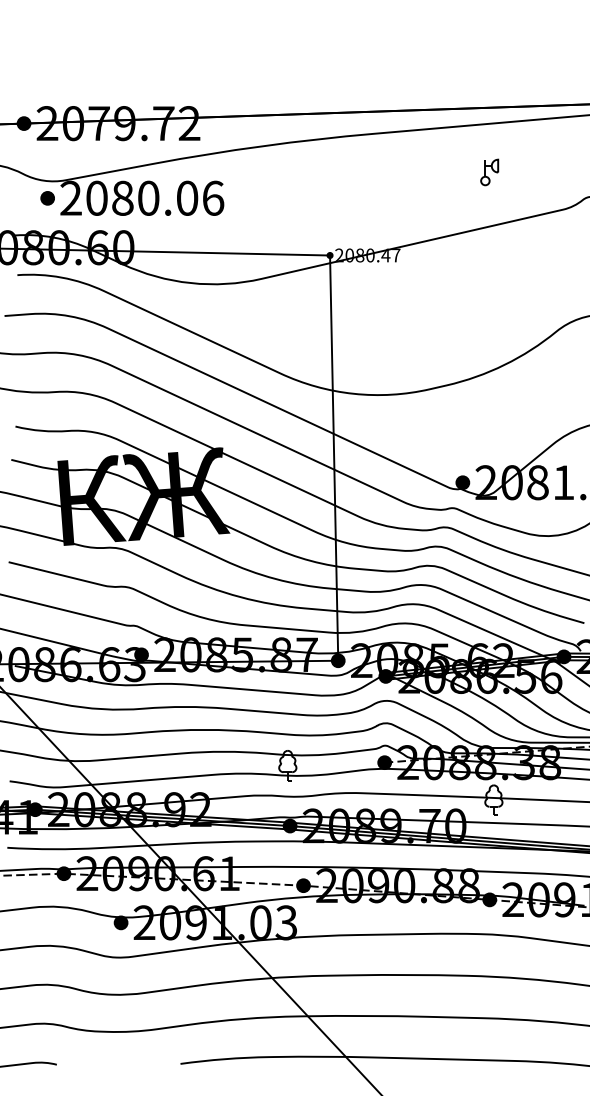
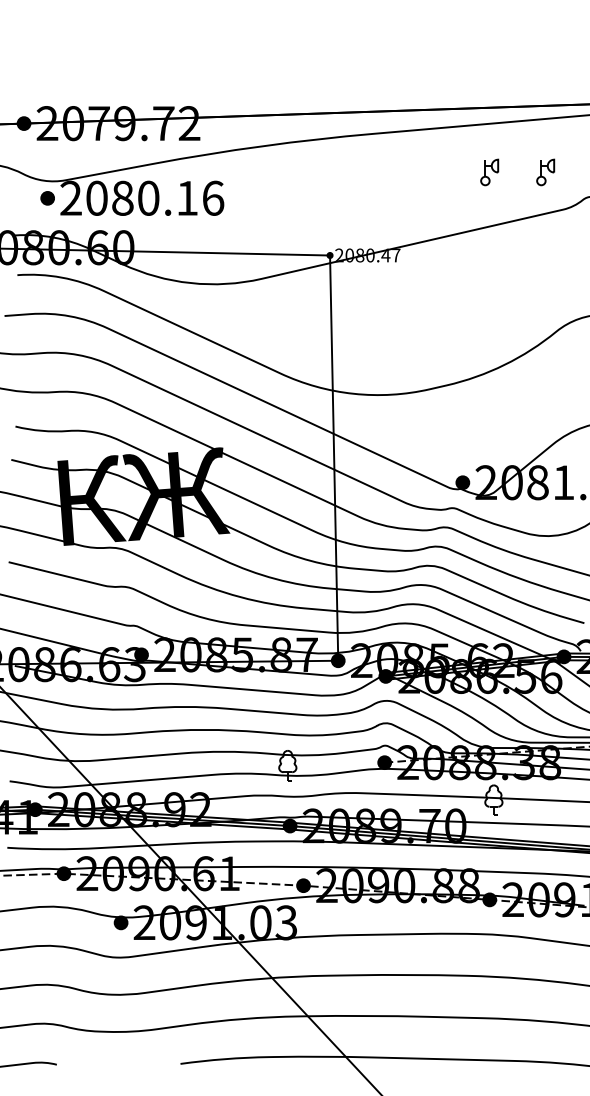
part at (545, 172): none -> present
text at (187, 197): 2080.06 -> 2080.16
